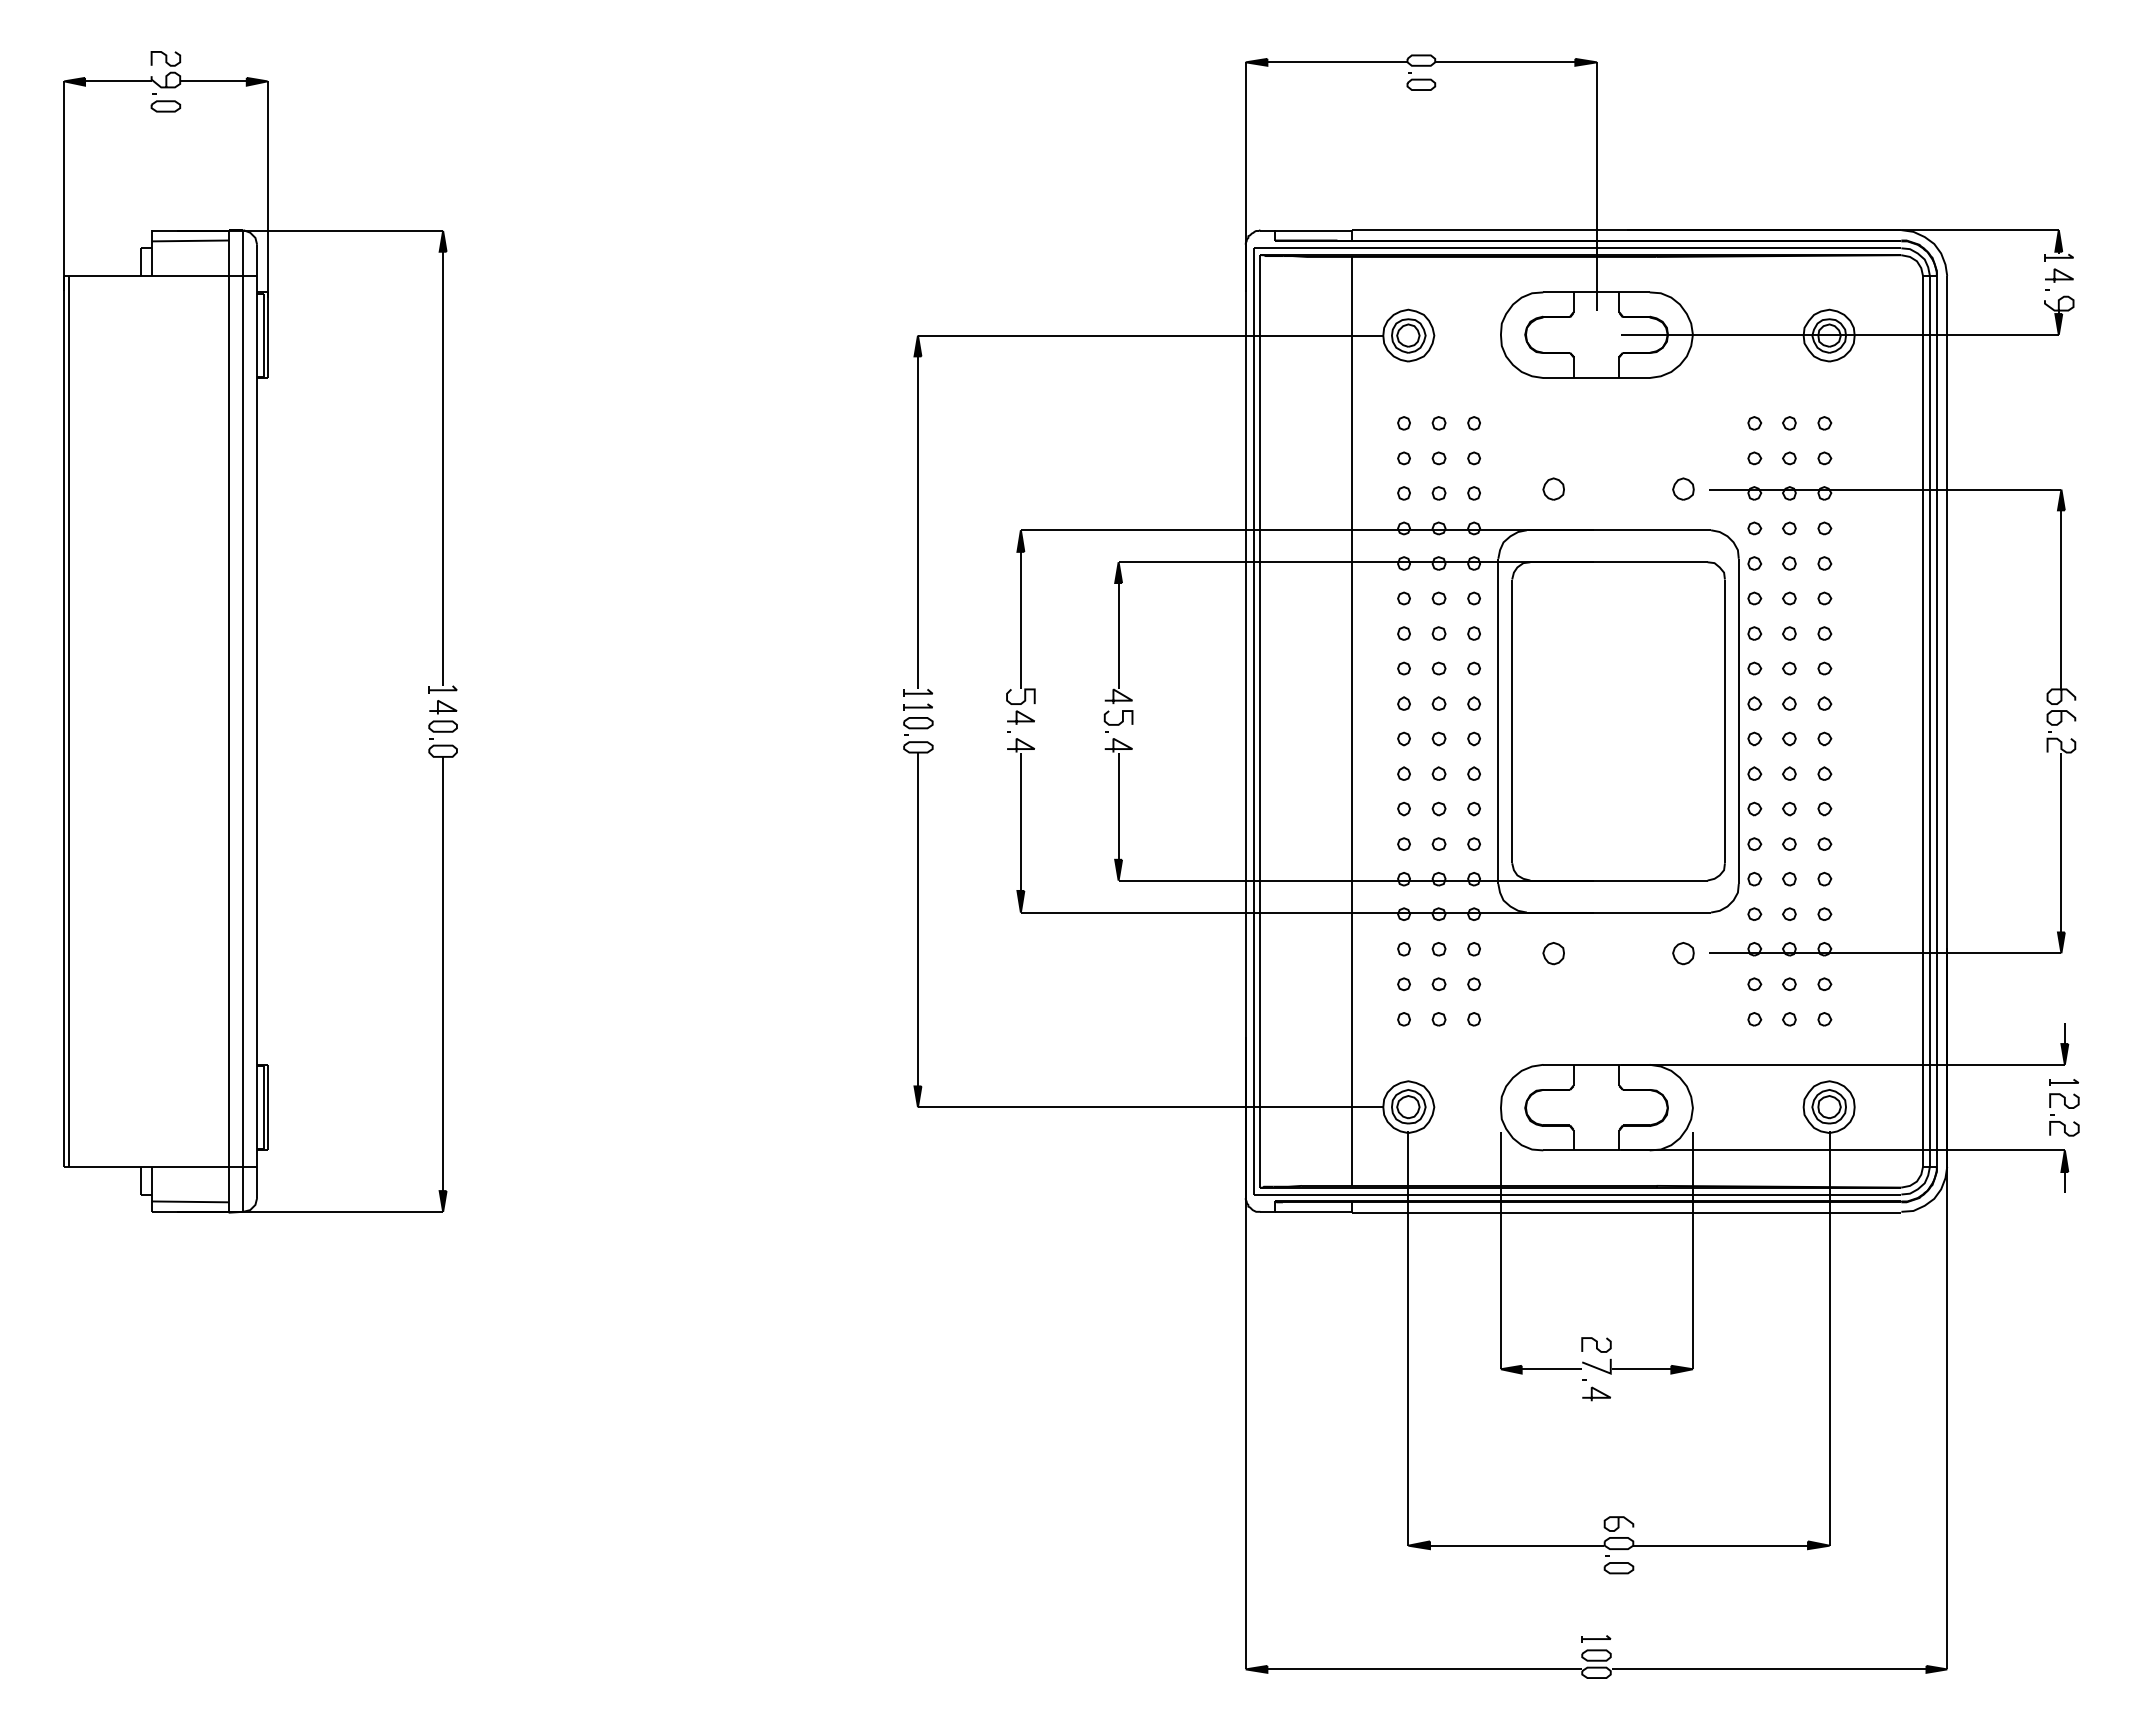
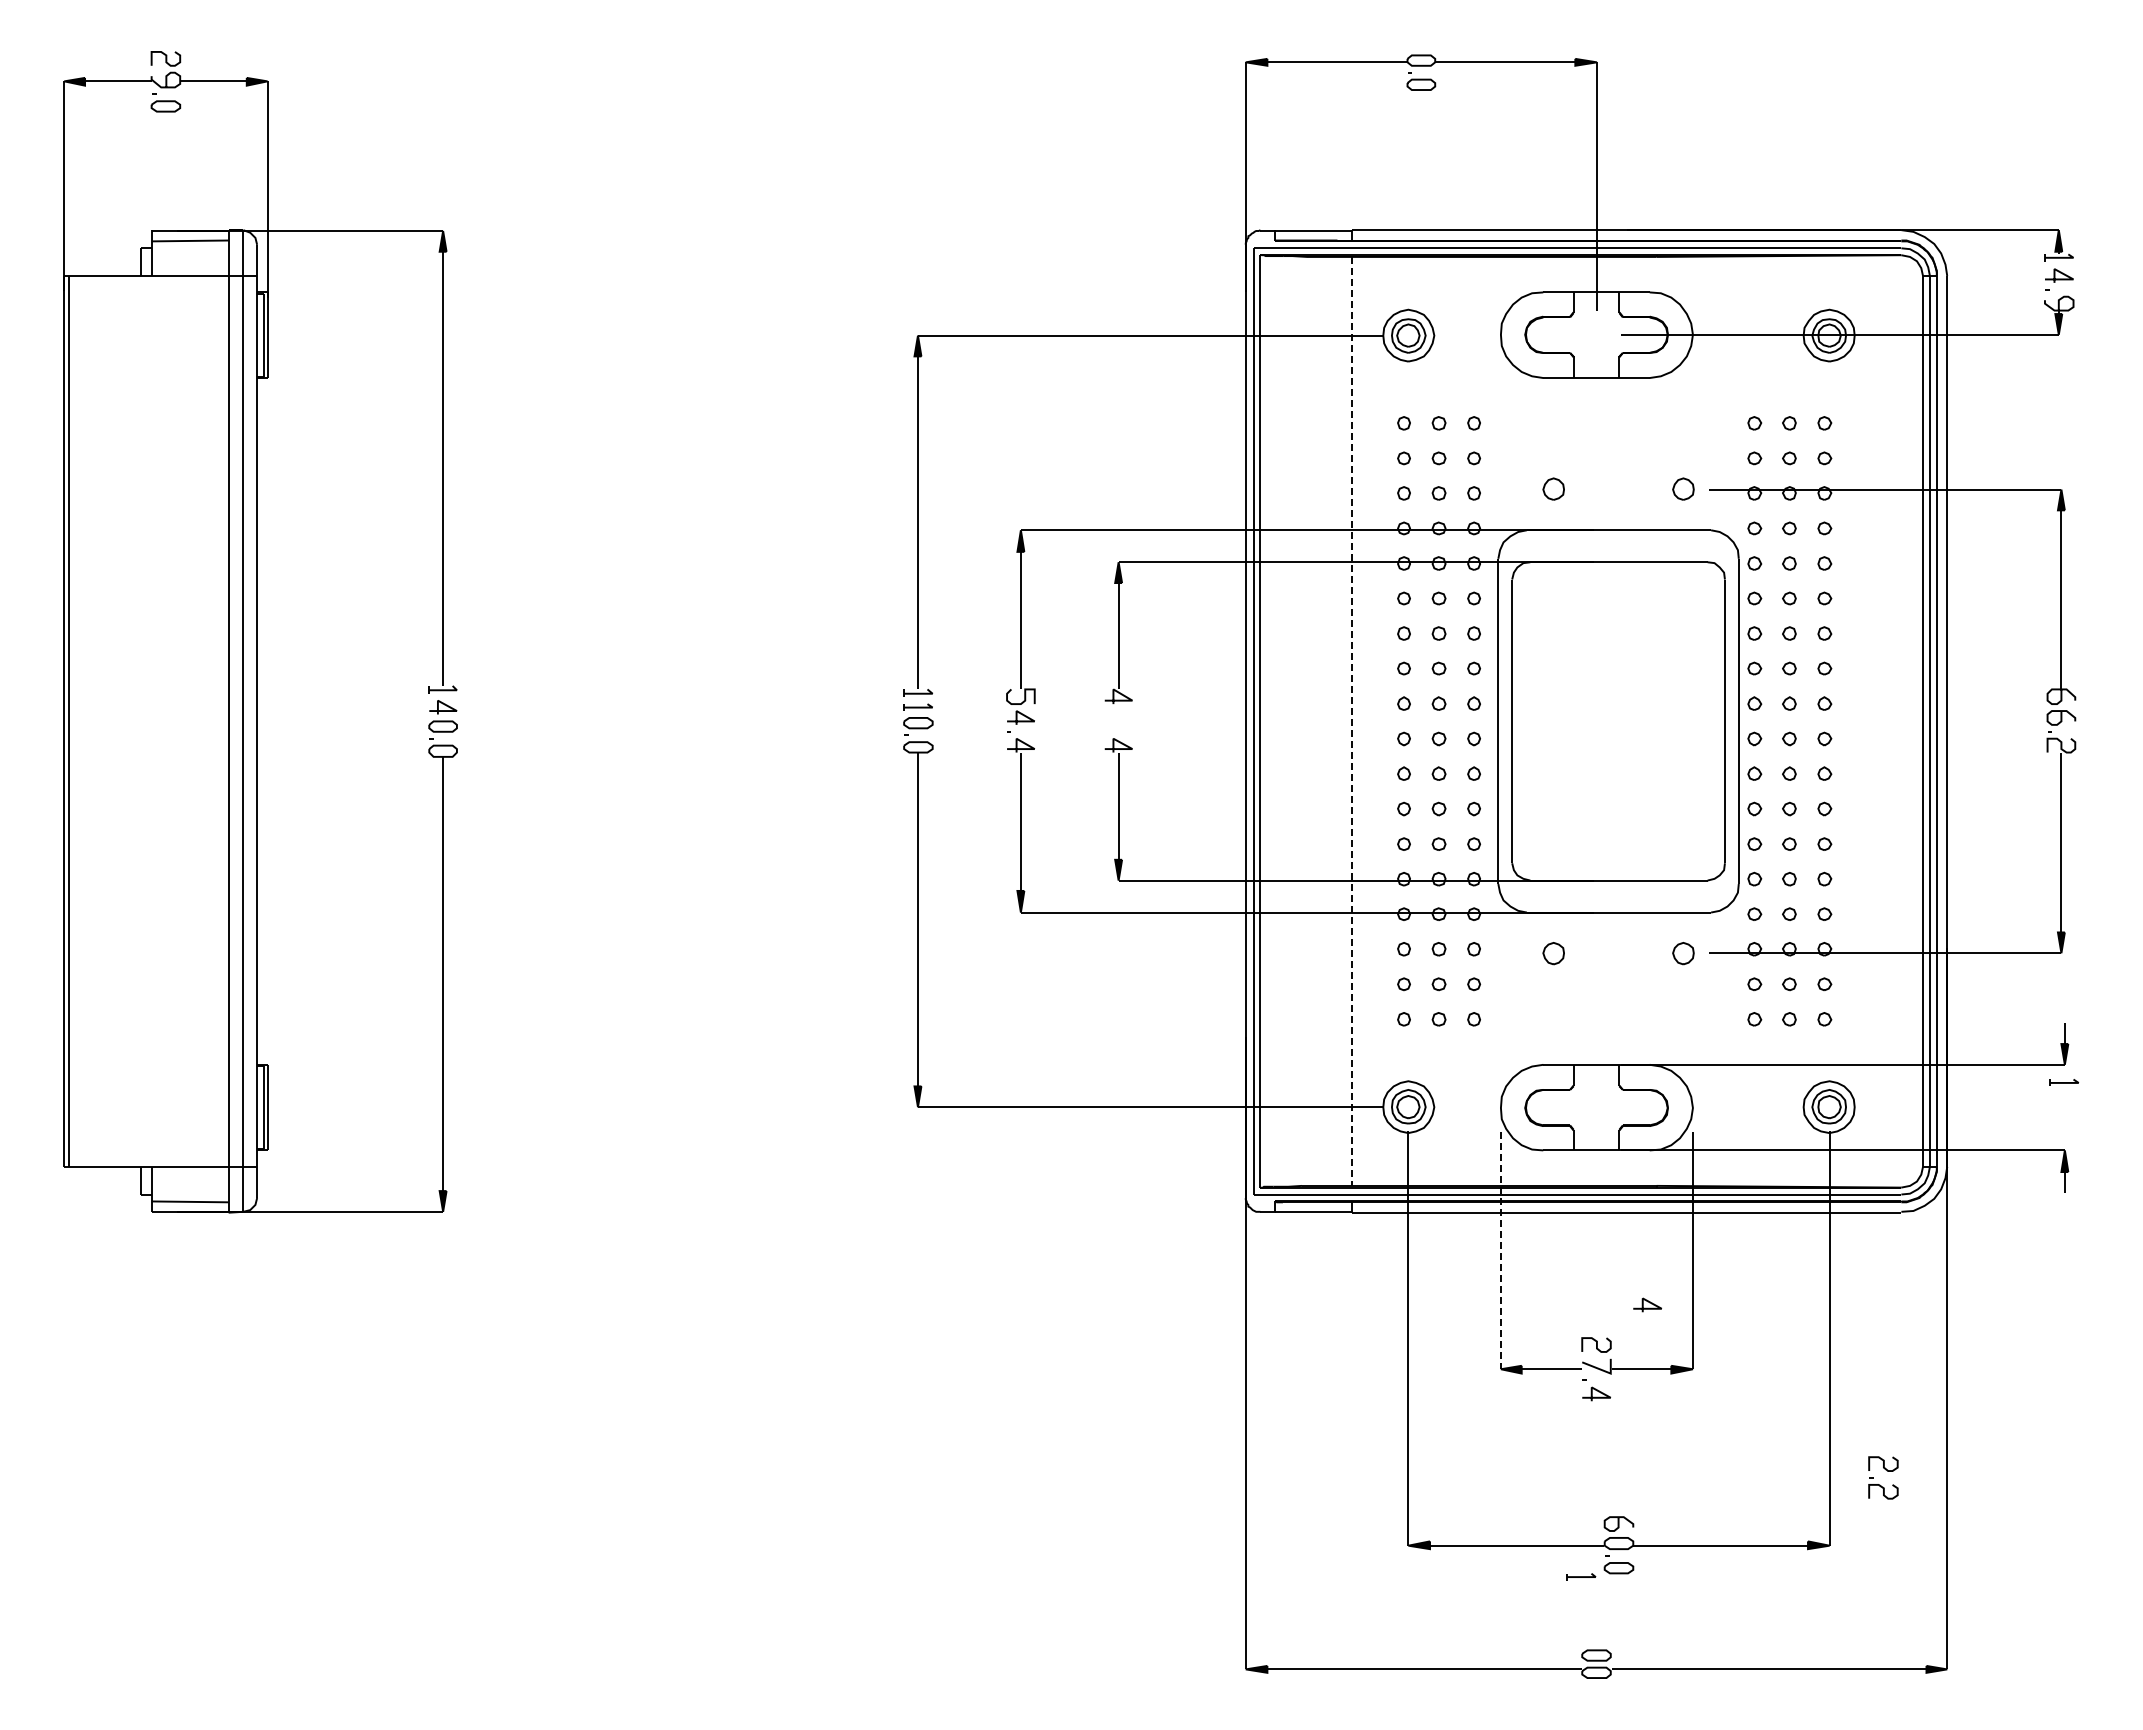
part at (1118, 721): present -> none
line at (1352, 721): solid -> dashed
part at (2068, 1108) position: (2068, 1108) -> (1887, 1471)
line at (1500, 1251): solid -> dashed
line at (1647, 1302): none -> present
part at (1596, 1638) position: (1596, 1638) -> (1581, 1576)
